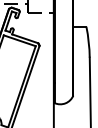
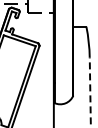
line at (90, 92): solid -> dashed
